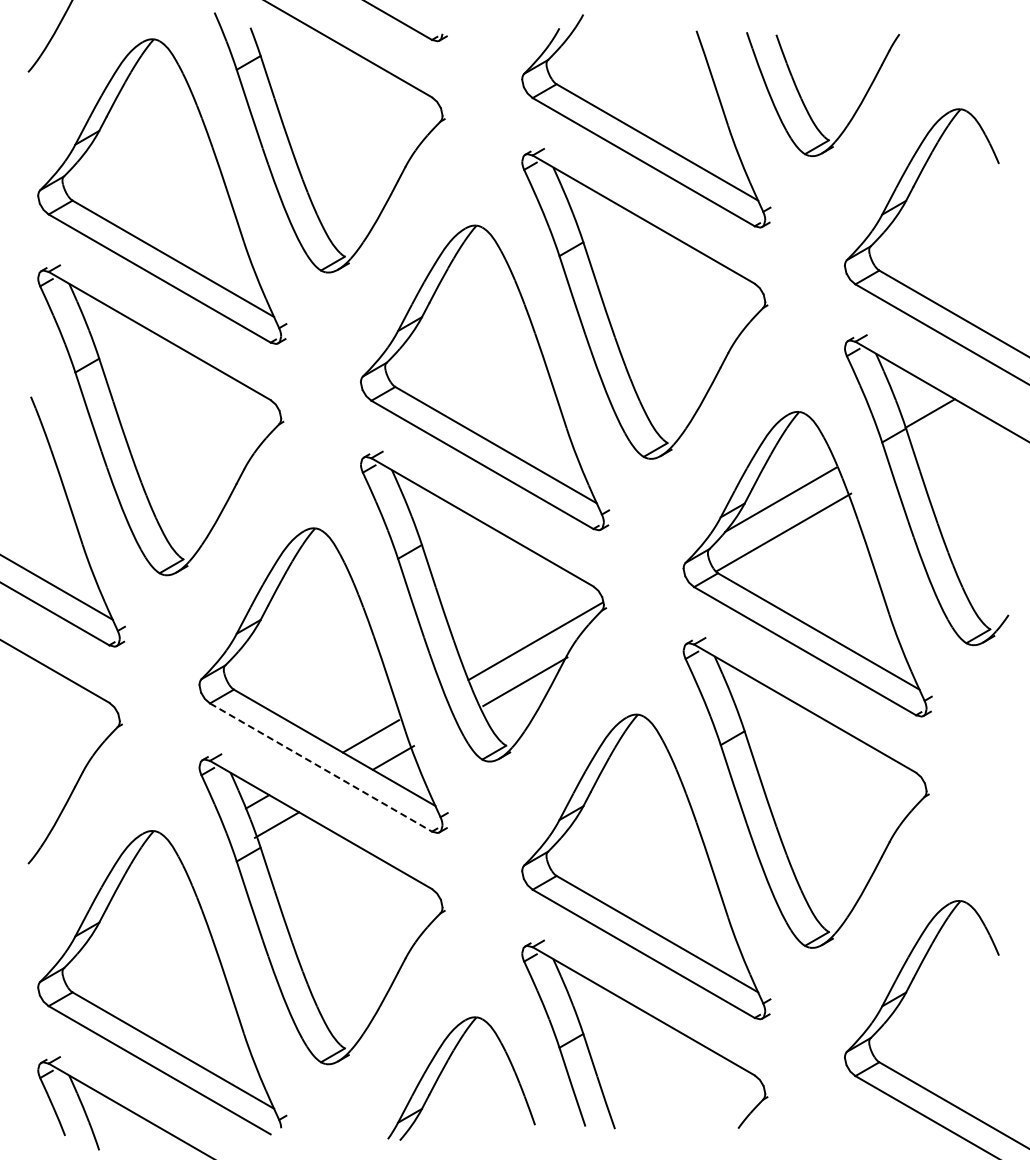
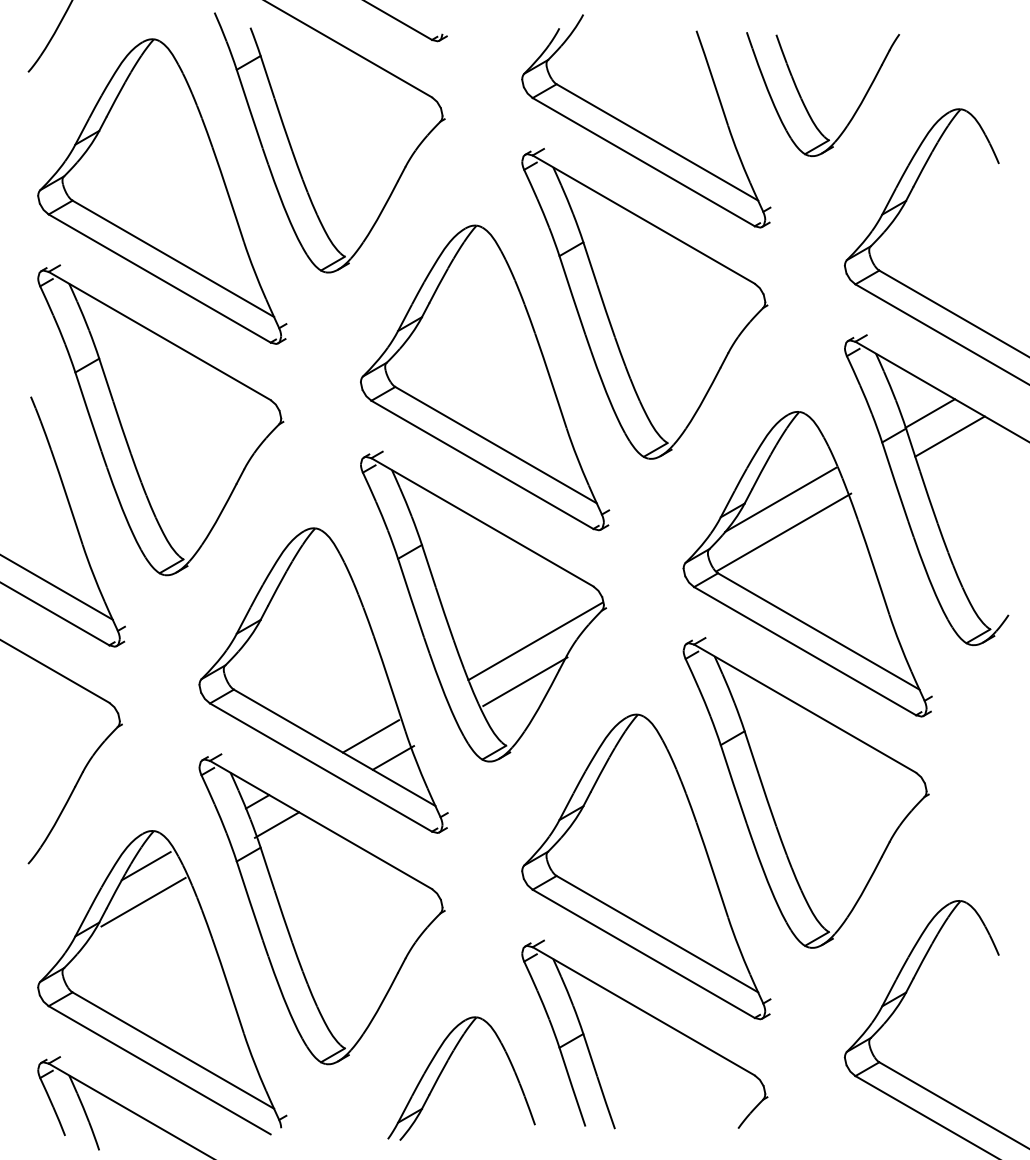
line at (949, 436): none -> present
line at (321, 767): dashed -> solid
line at (145, 866): none -> present
line at (143, 901): none -> present
